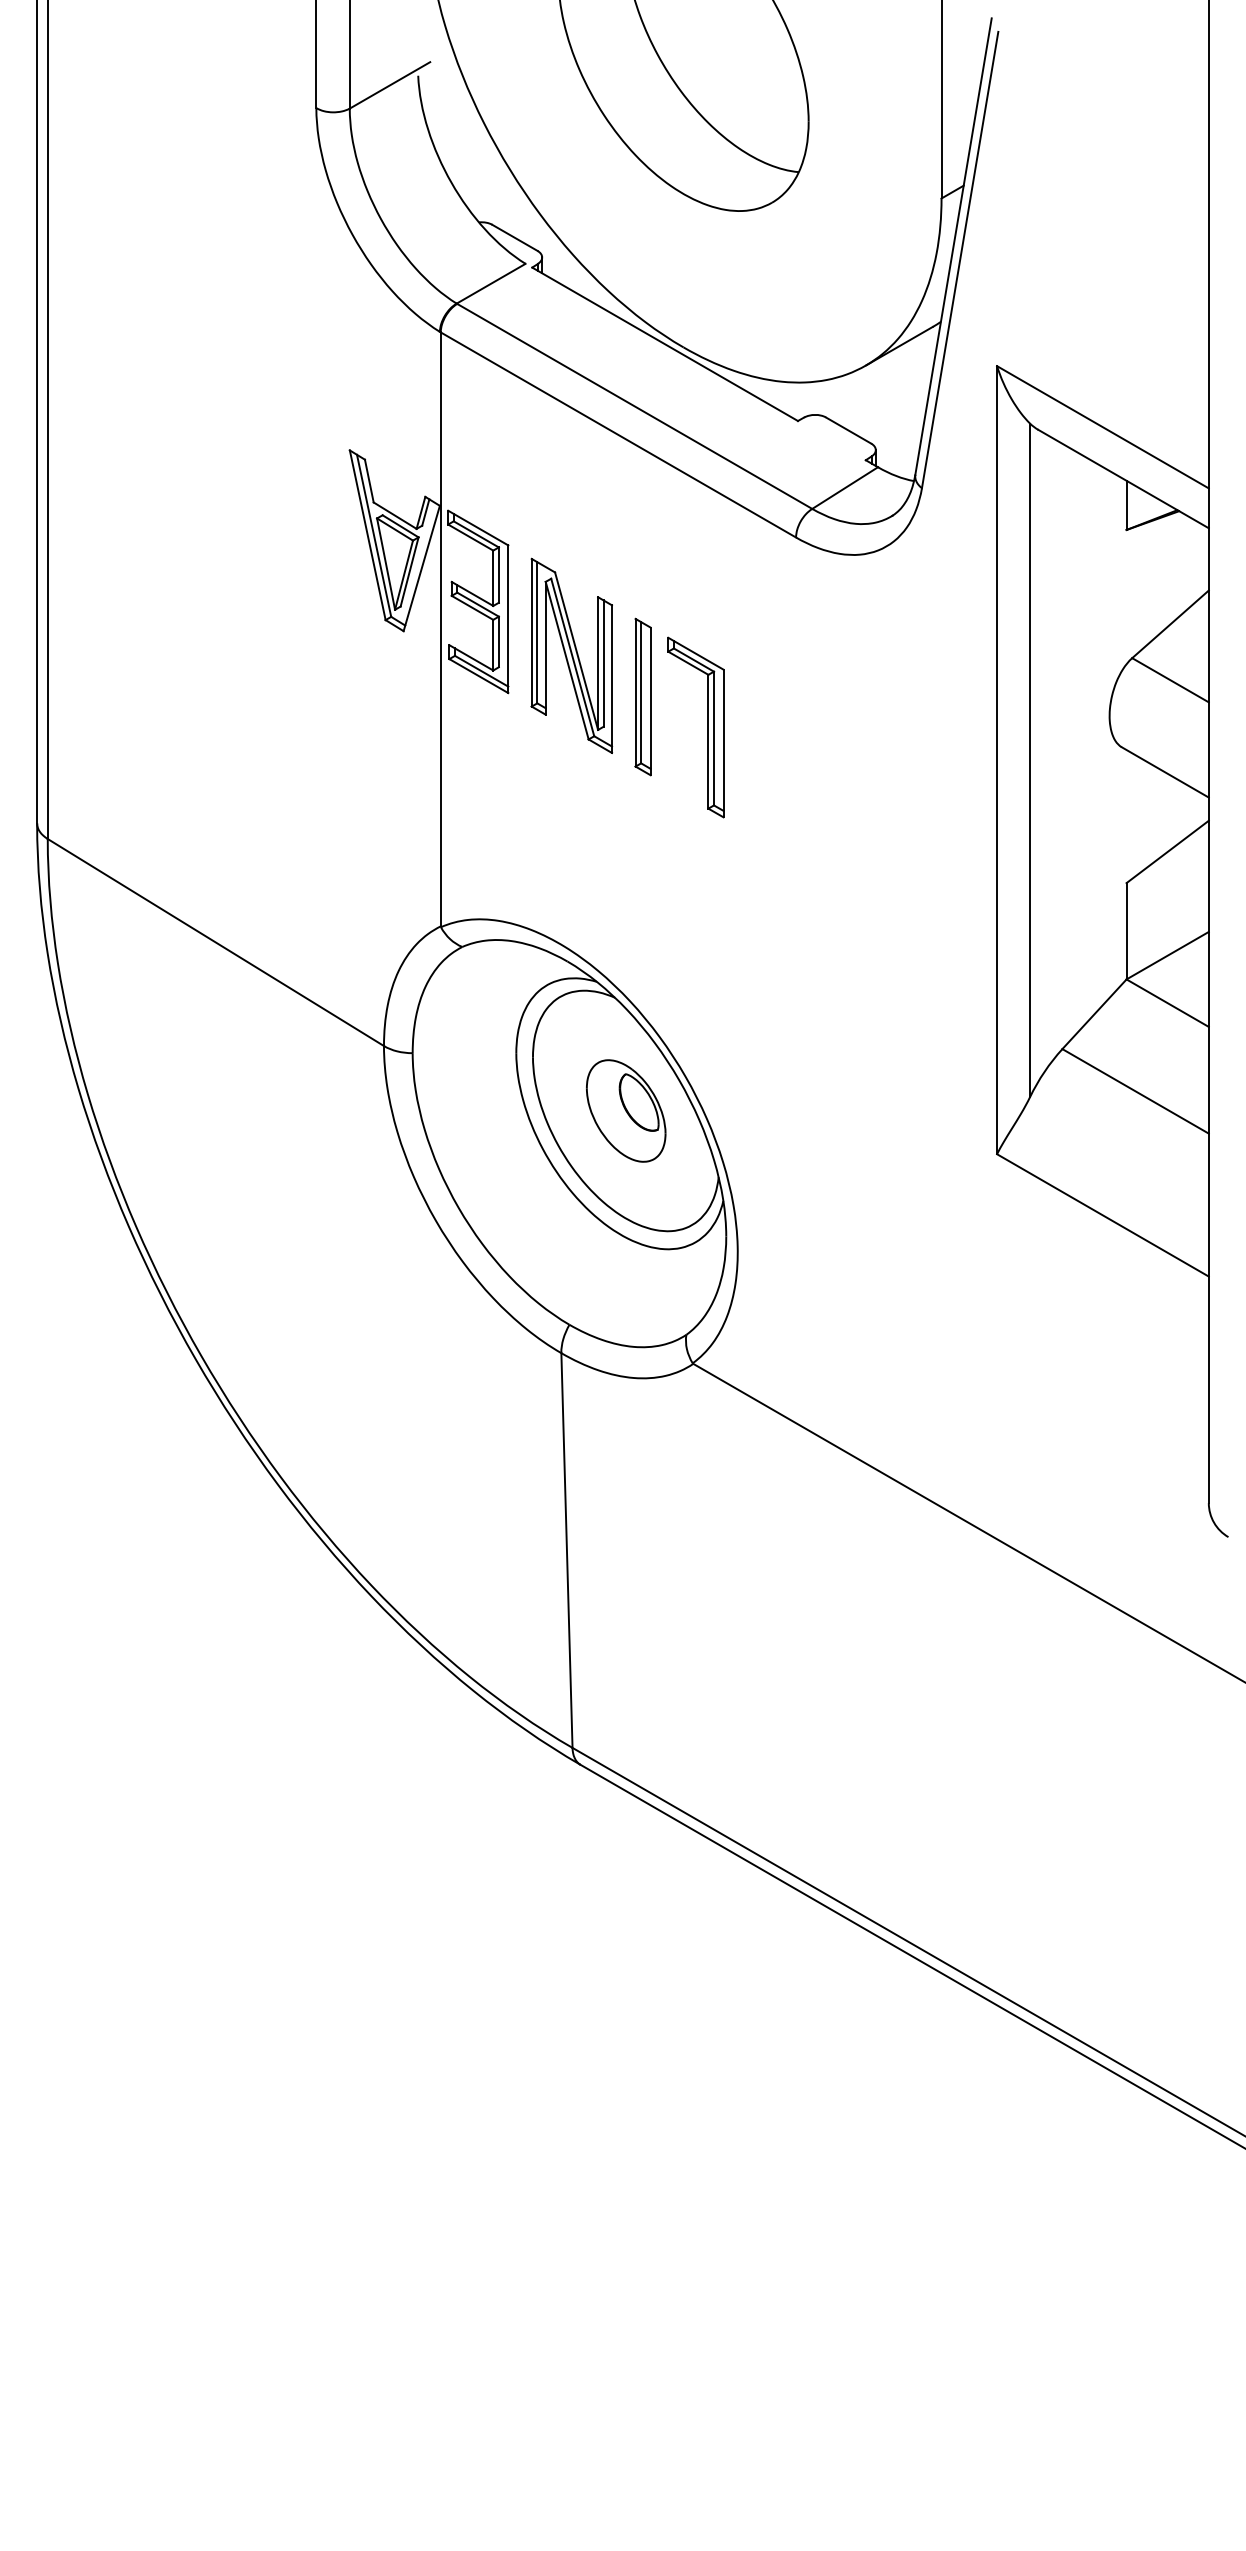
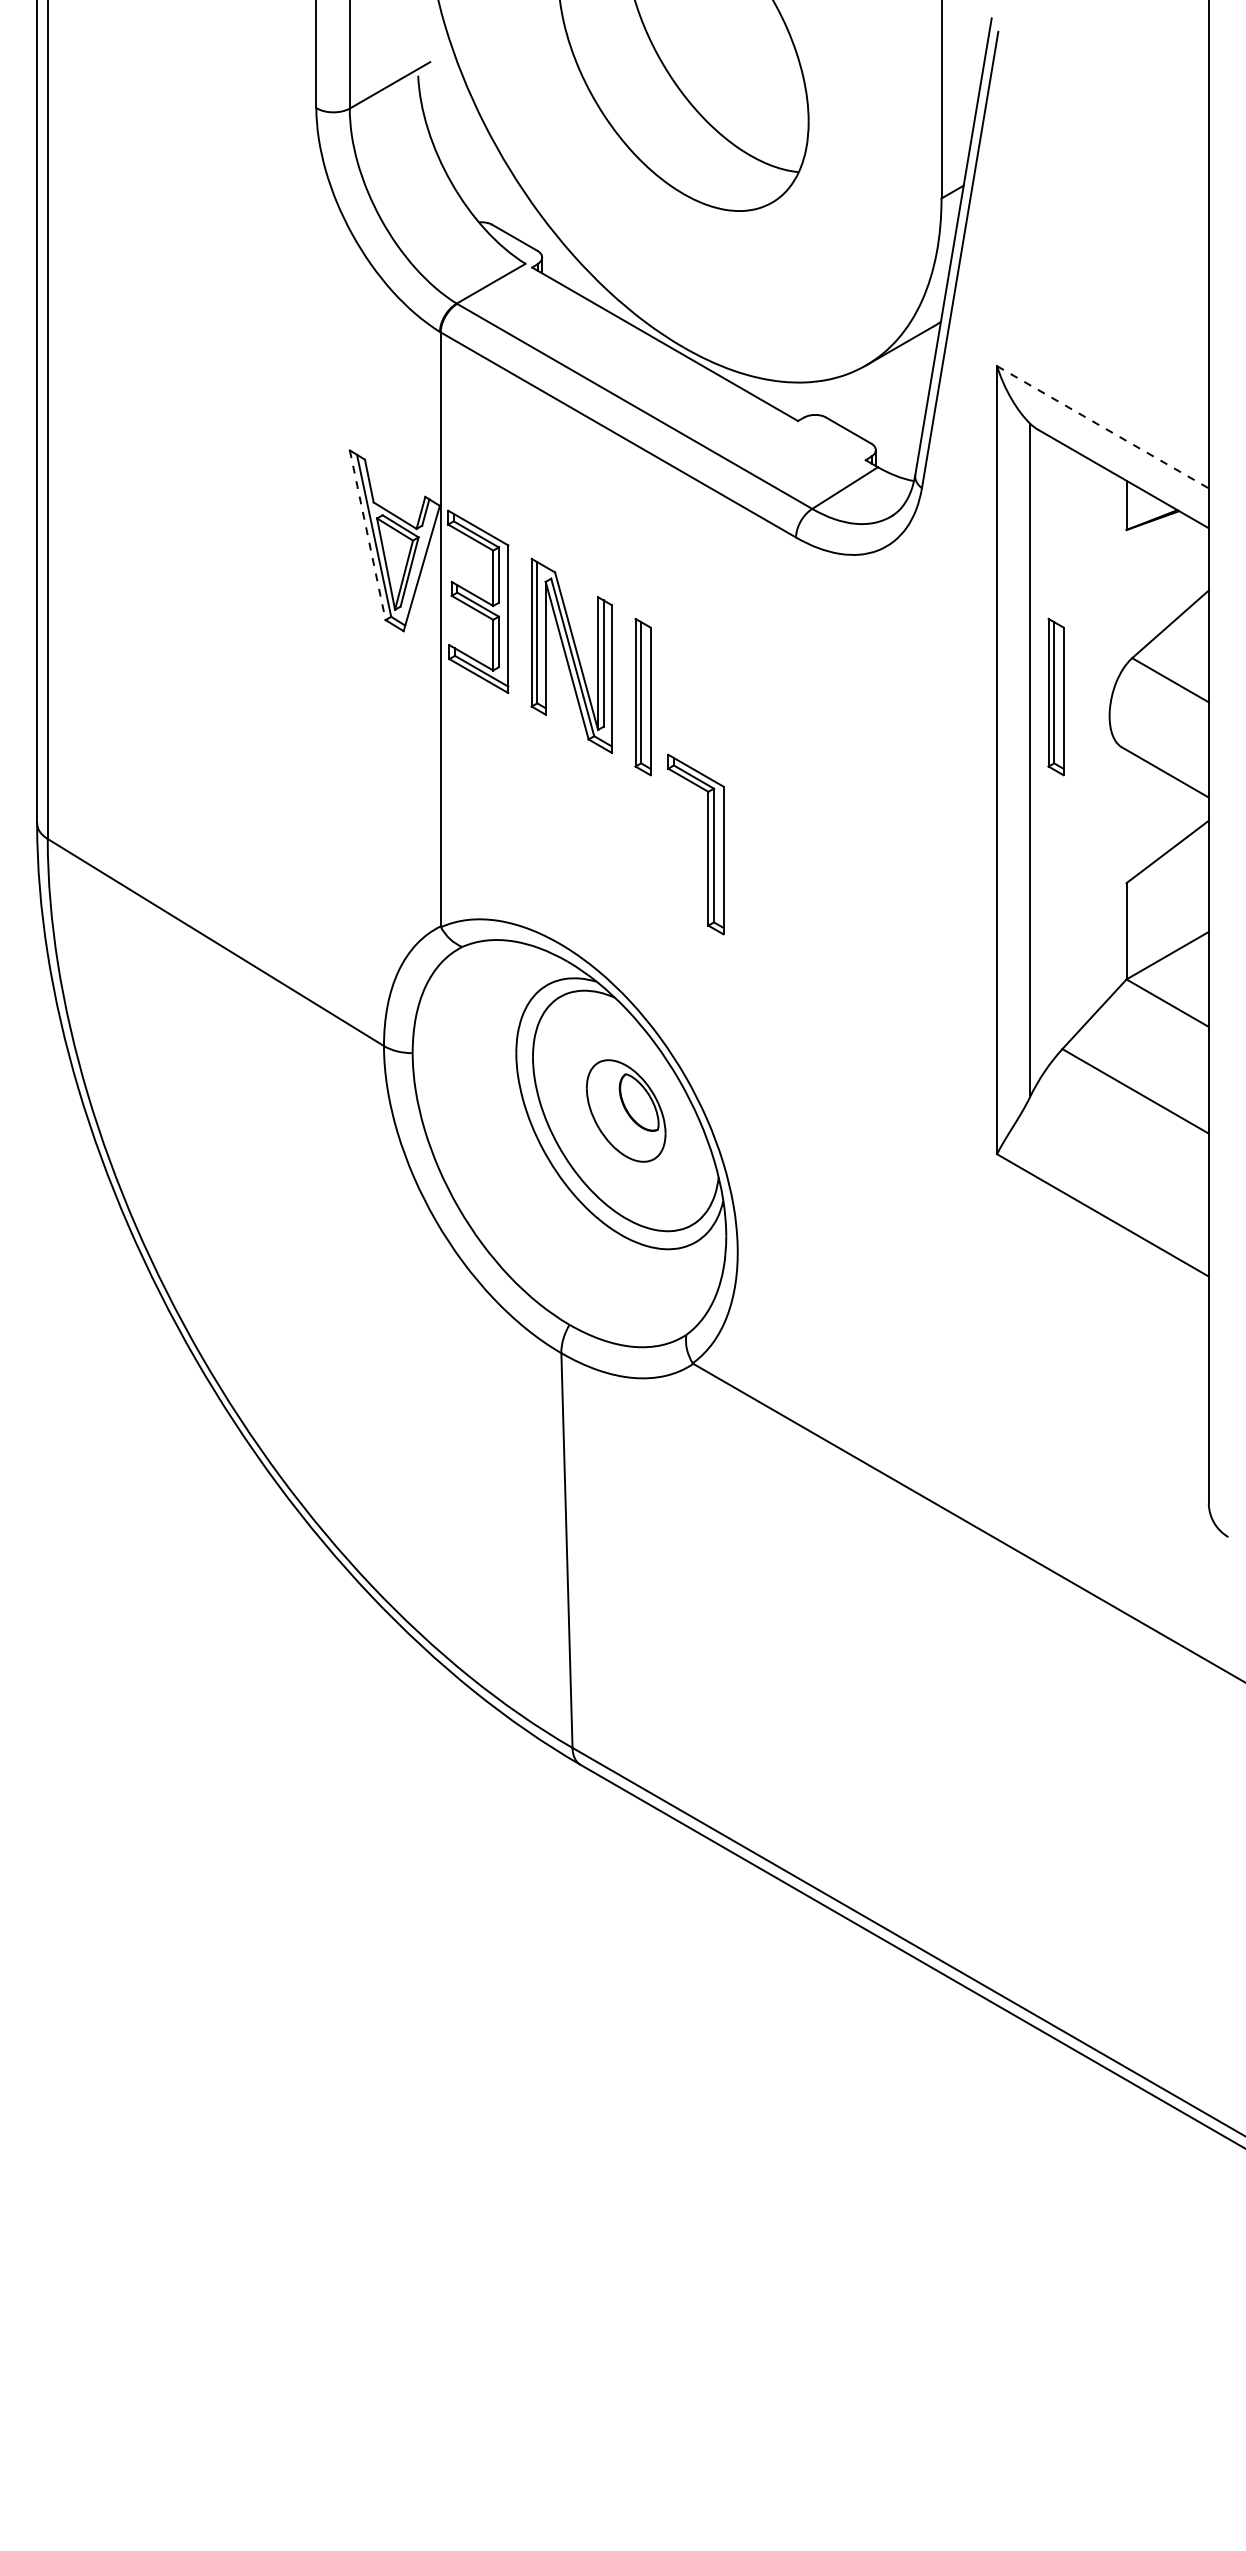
line at (1103, 427): solid -> dashed
line at (367, 535): solid -> dashed
part at (1055, 696): none -> present
part at (707, 727) position: (707, 727) -> (707, 844)
